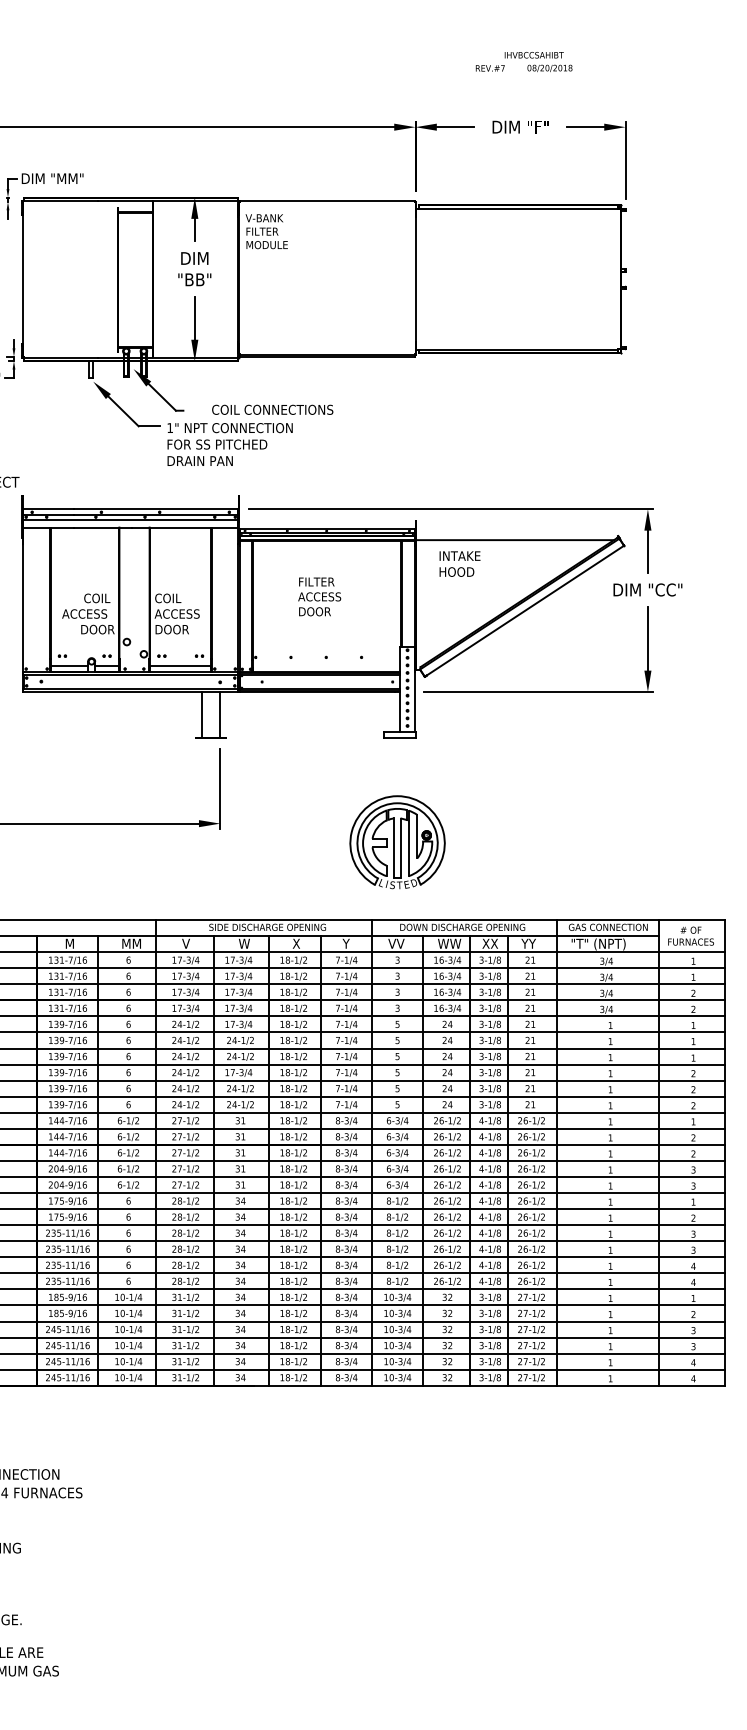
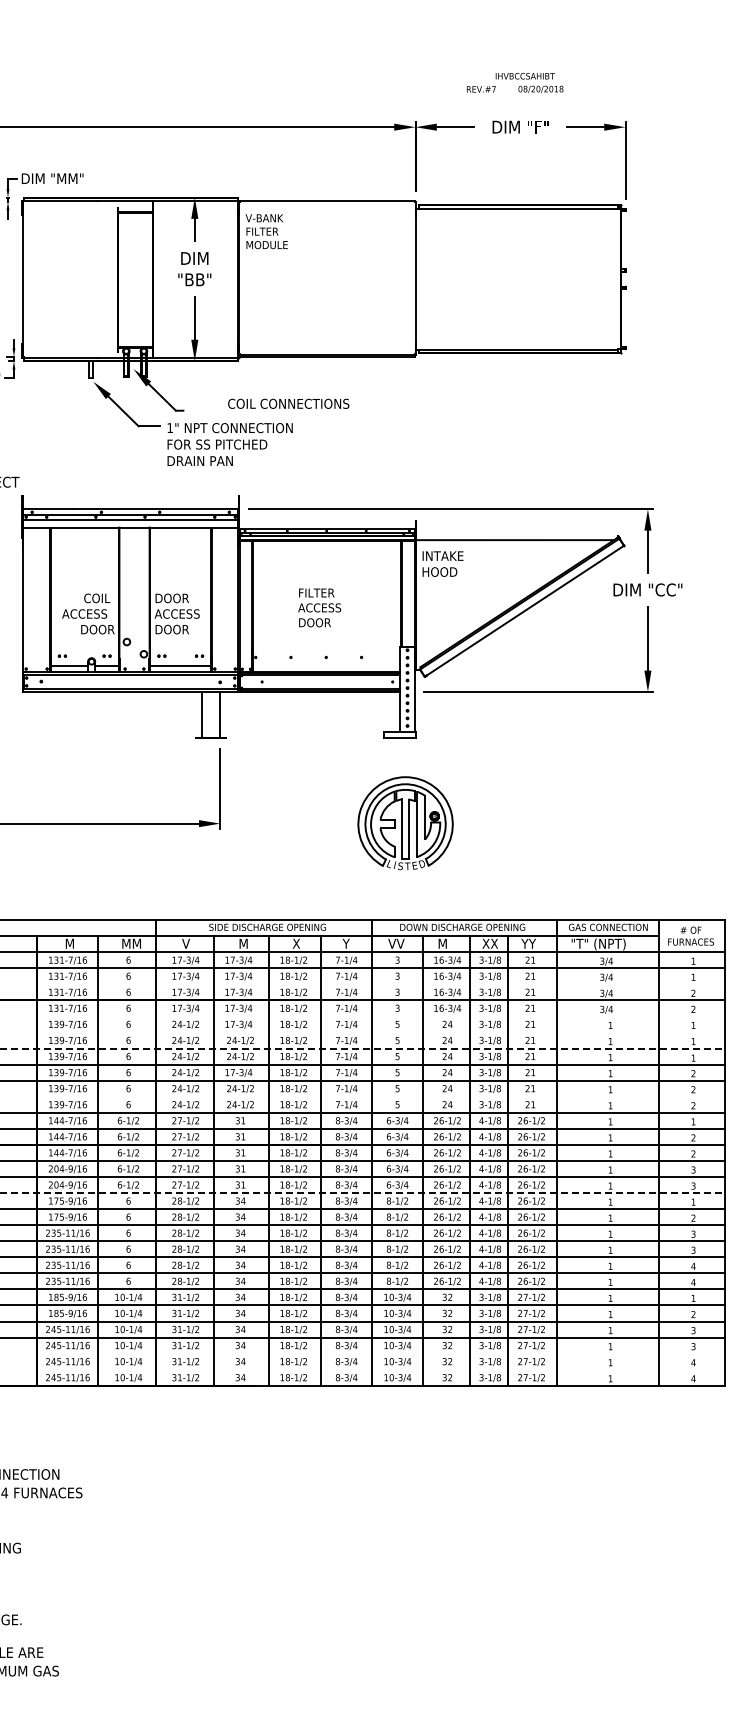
text at (523, 62) position: (523, 62) -> (514, 83)
text at (272, 409) position: (272, 409) -> (288, 403)
text at (459, 563) position: (459, 563) -> (442, 563)
text at (319, 596) position: (319, 596) -> (319, 607)
text at (171, 598): COIL -> DOOR
part at (397, 842) position: (397, 842) -> (405, 823)
text at (244, 943): W -> M
text at (449, 943): WW -> M
line at (363, 984): present -> none
line at (363, 1016): present -> none
line at (363, 1032): present -> none
line at (362, 1048): solid -> dashed
line at (363, 1096): present -> none
line at (362, 1193): solid -> dashed
line at (363, 1353): present -> none
line at (363, 1369): present -> none
